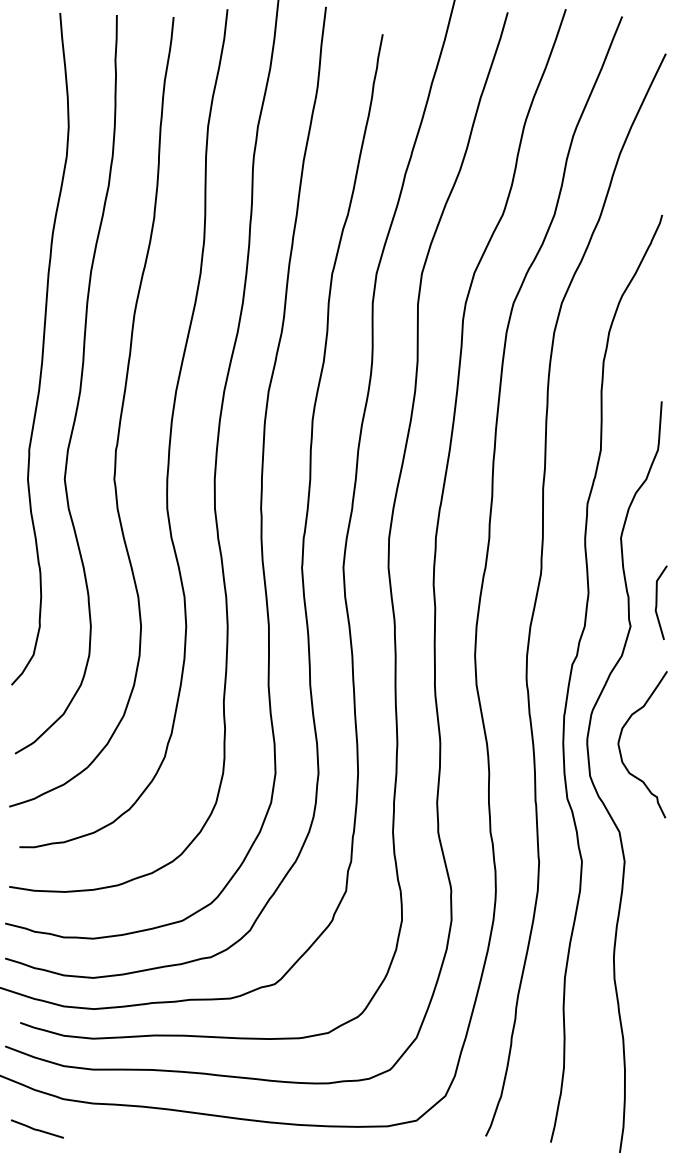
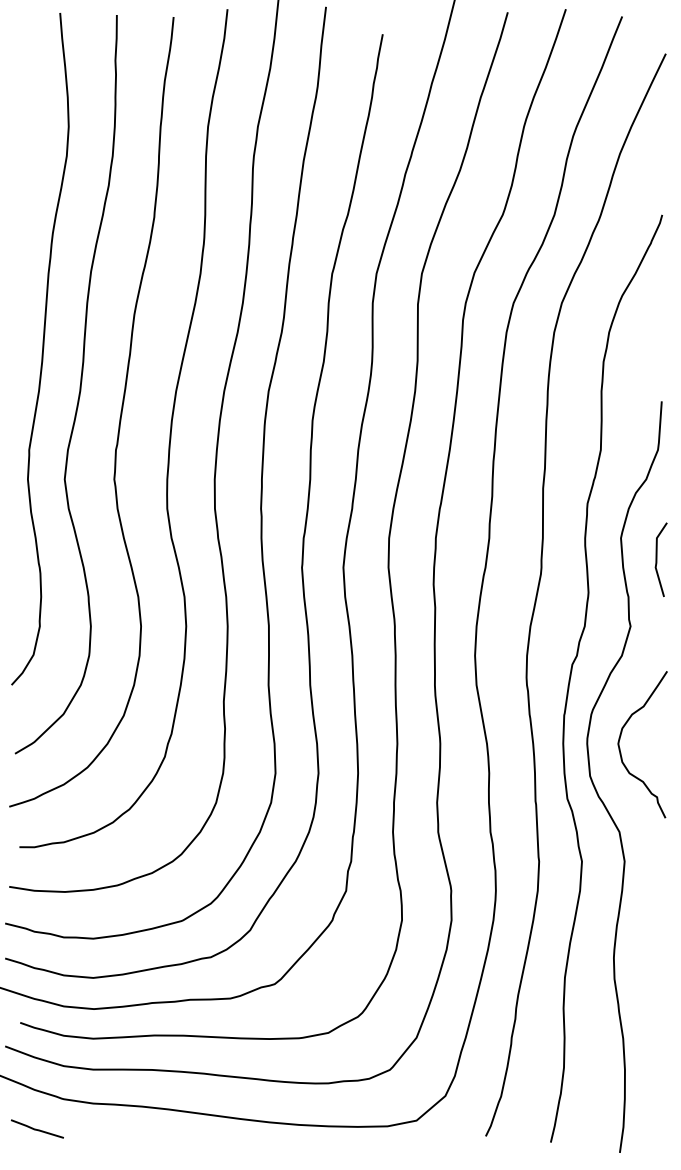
line at (657, 602) position: (657, 602) -> (657, 559)
